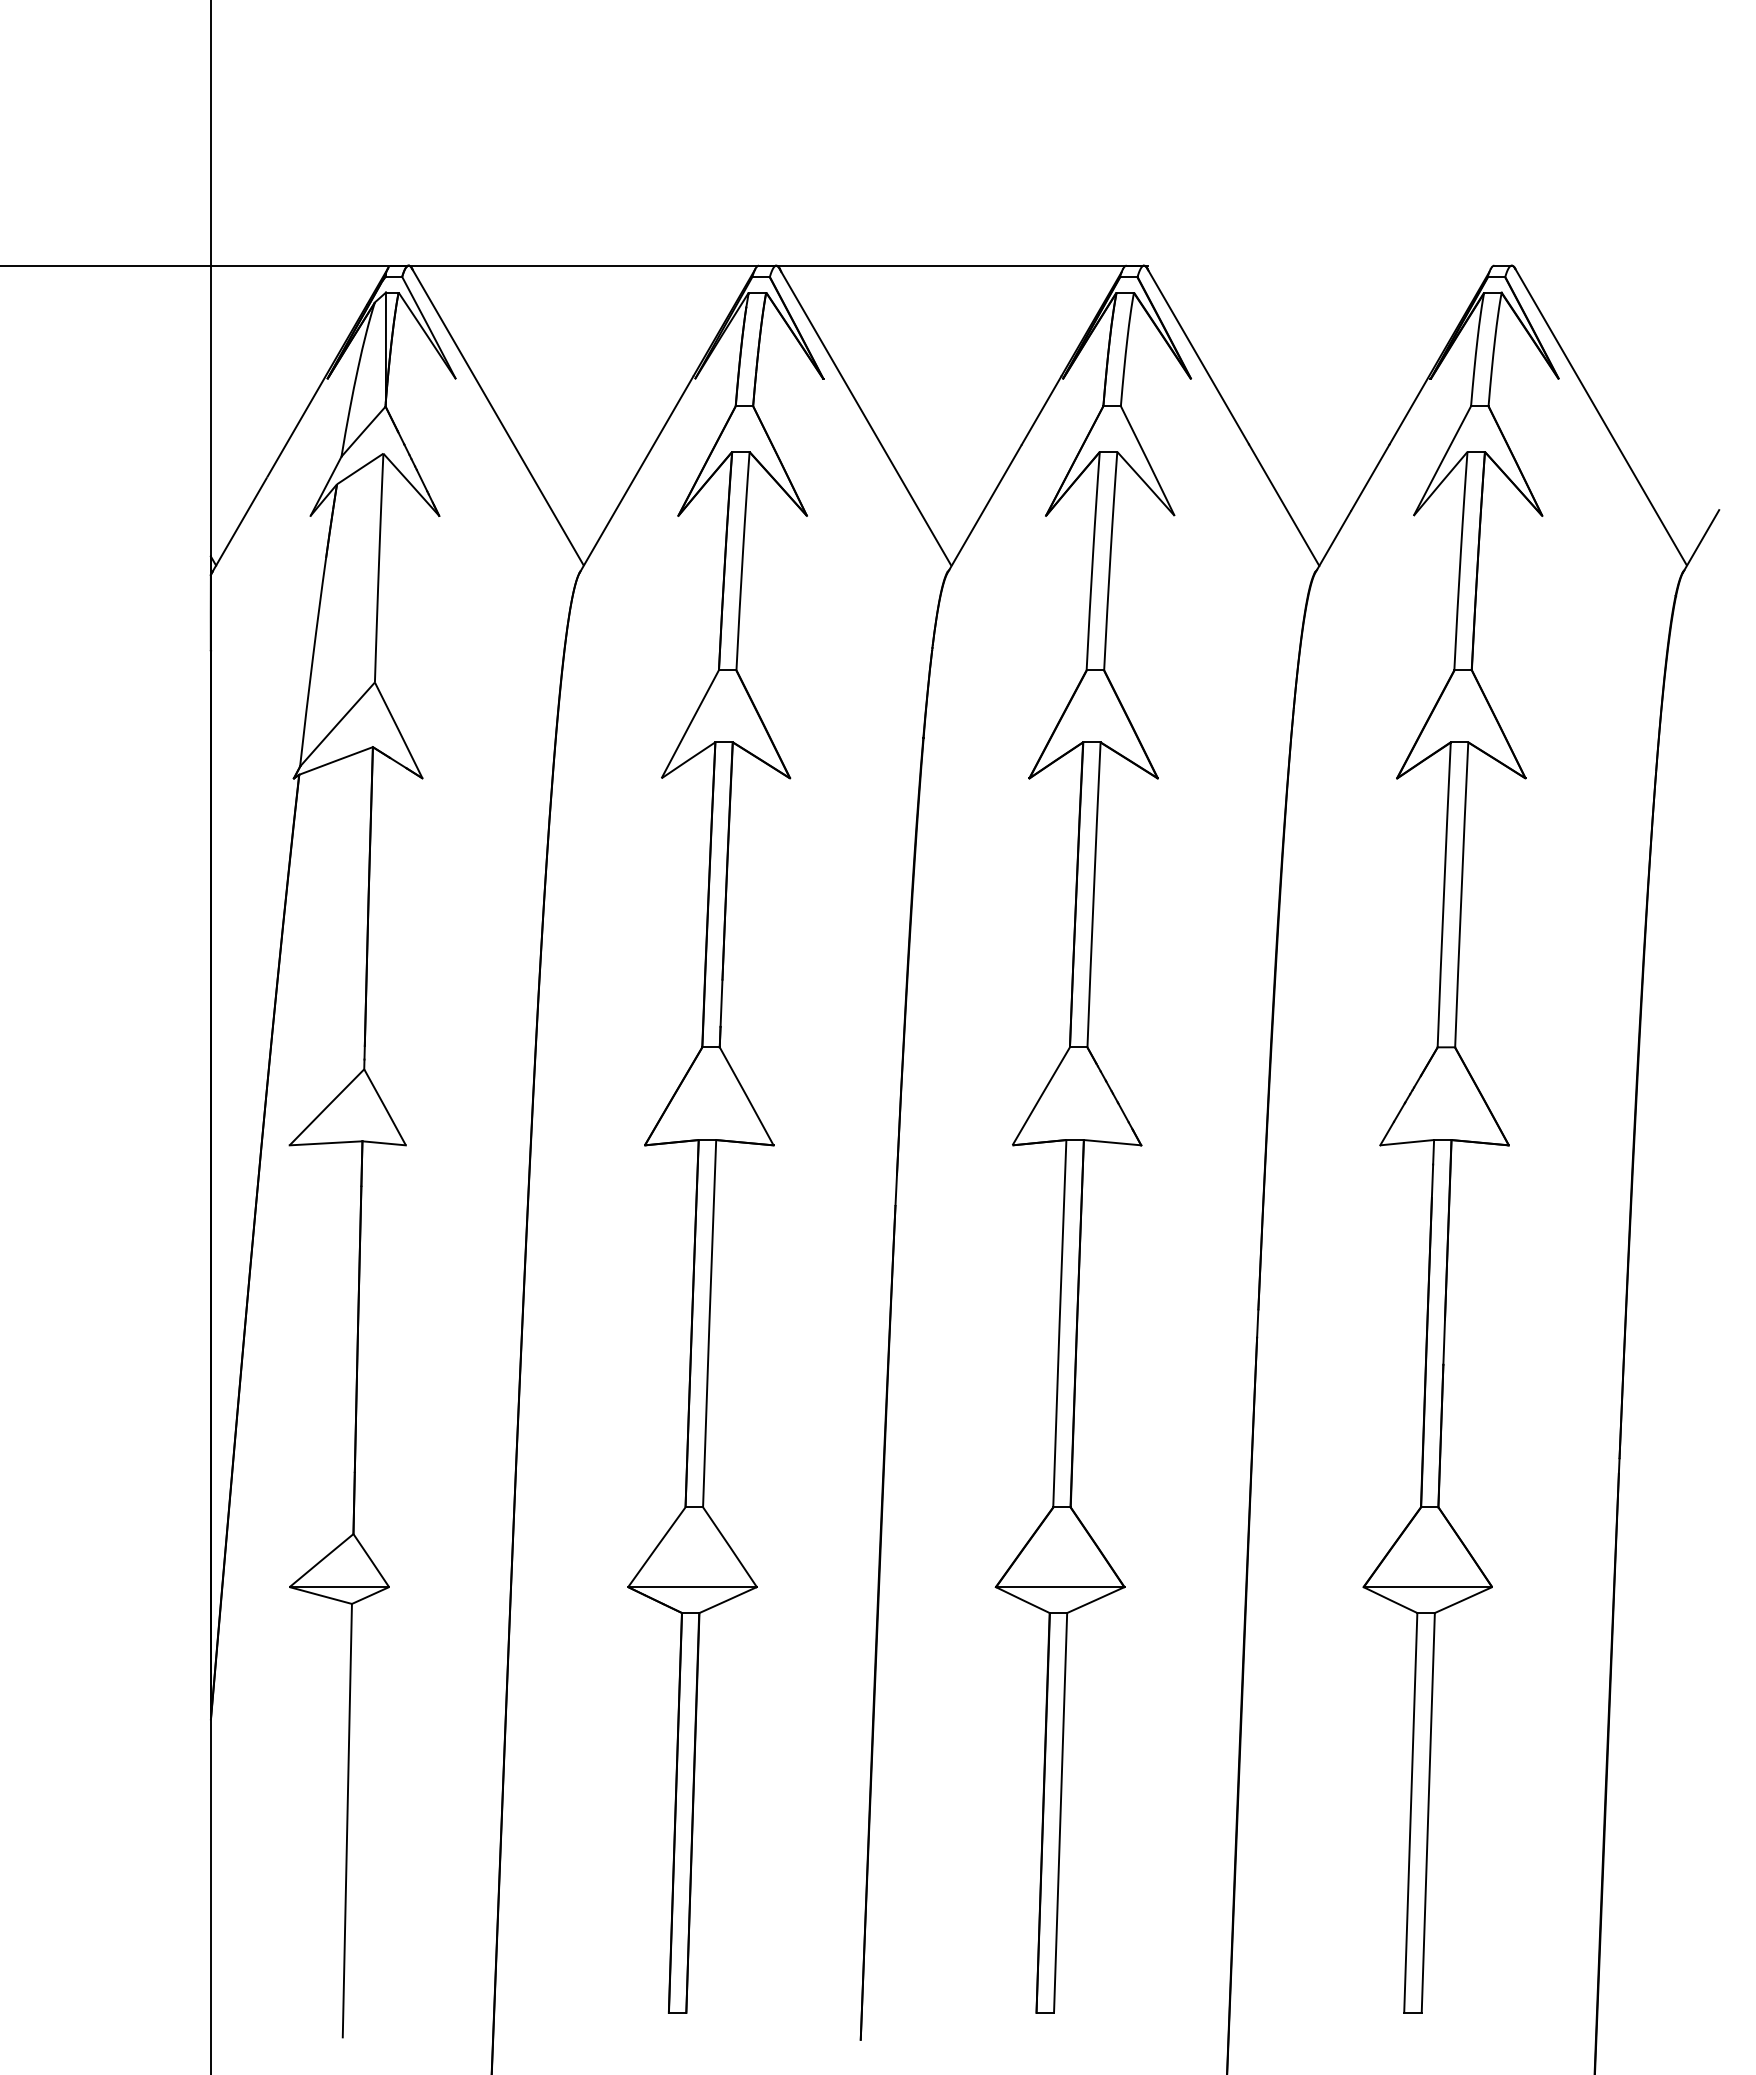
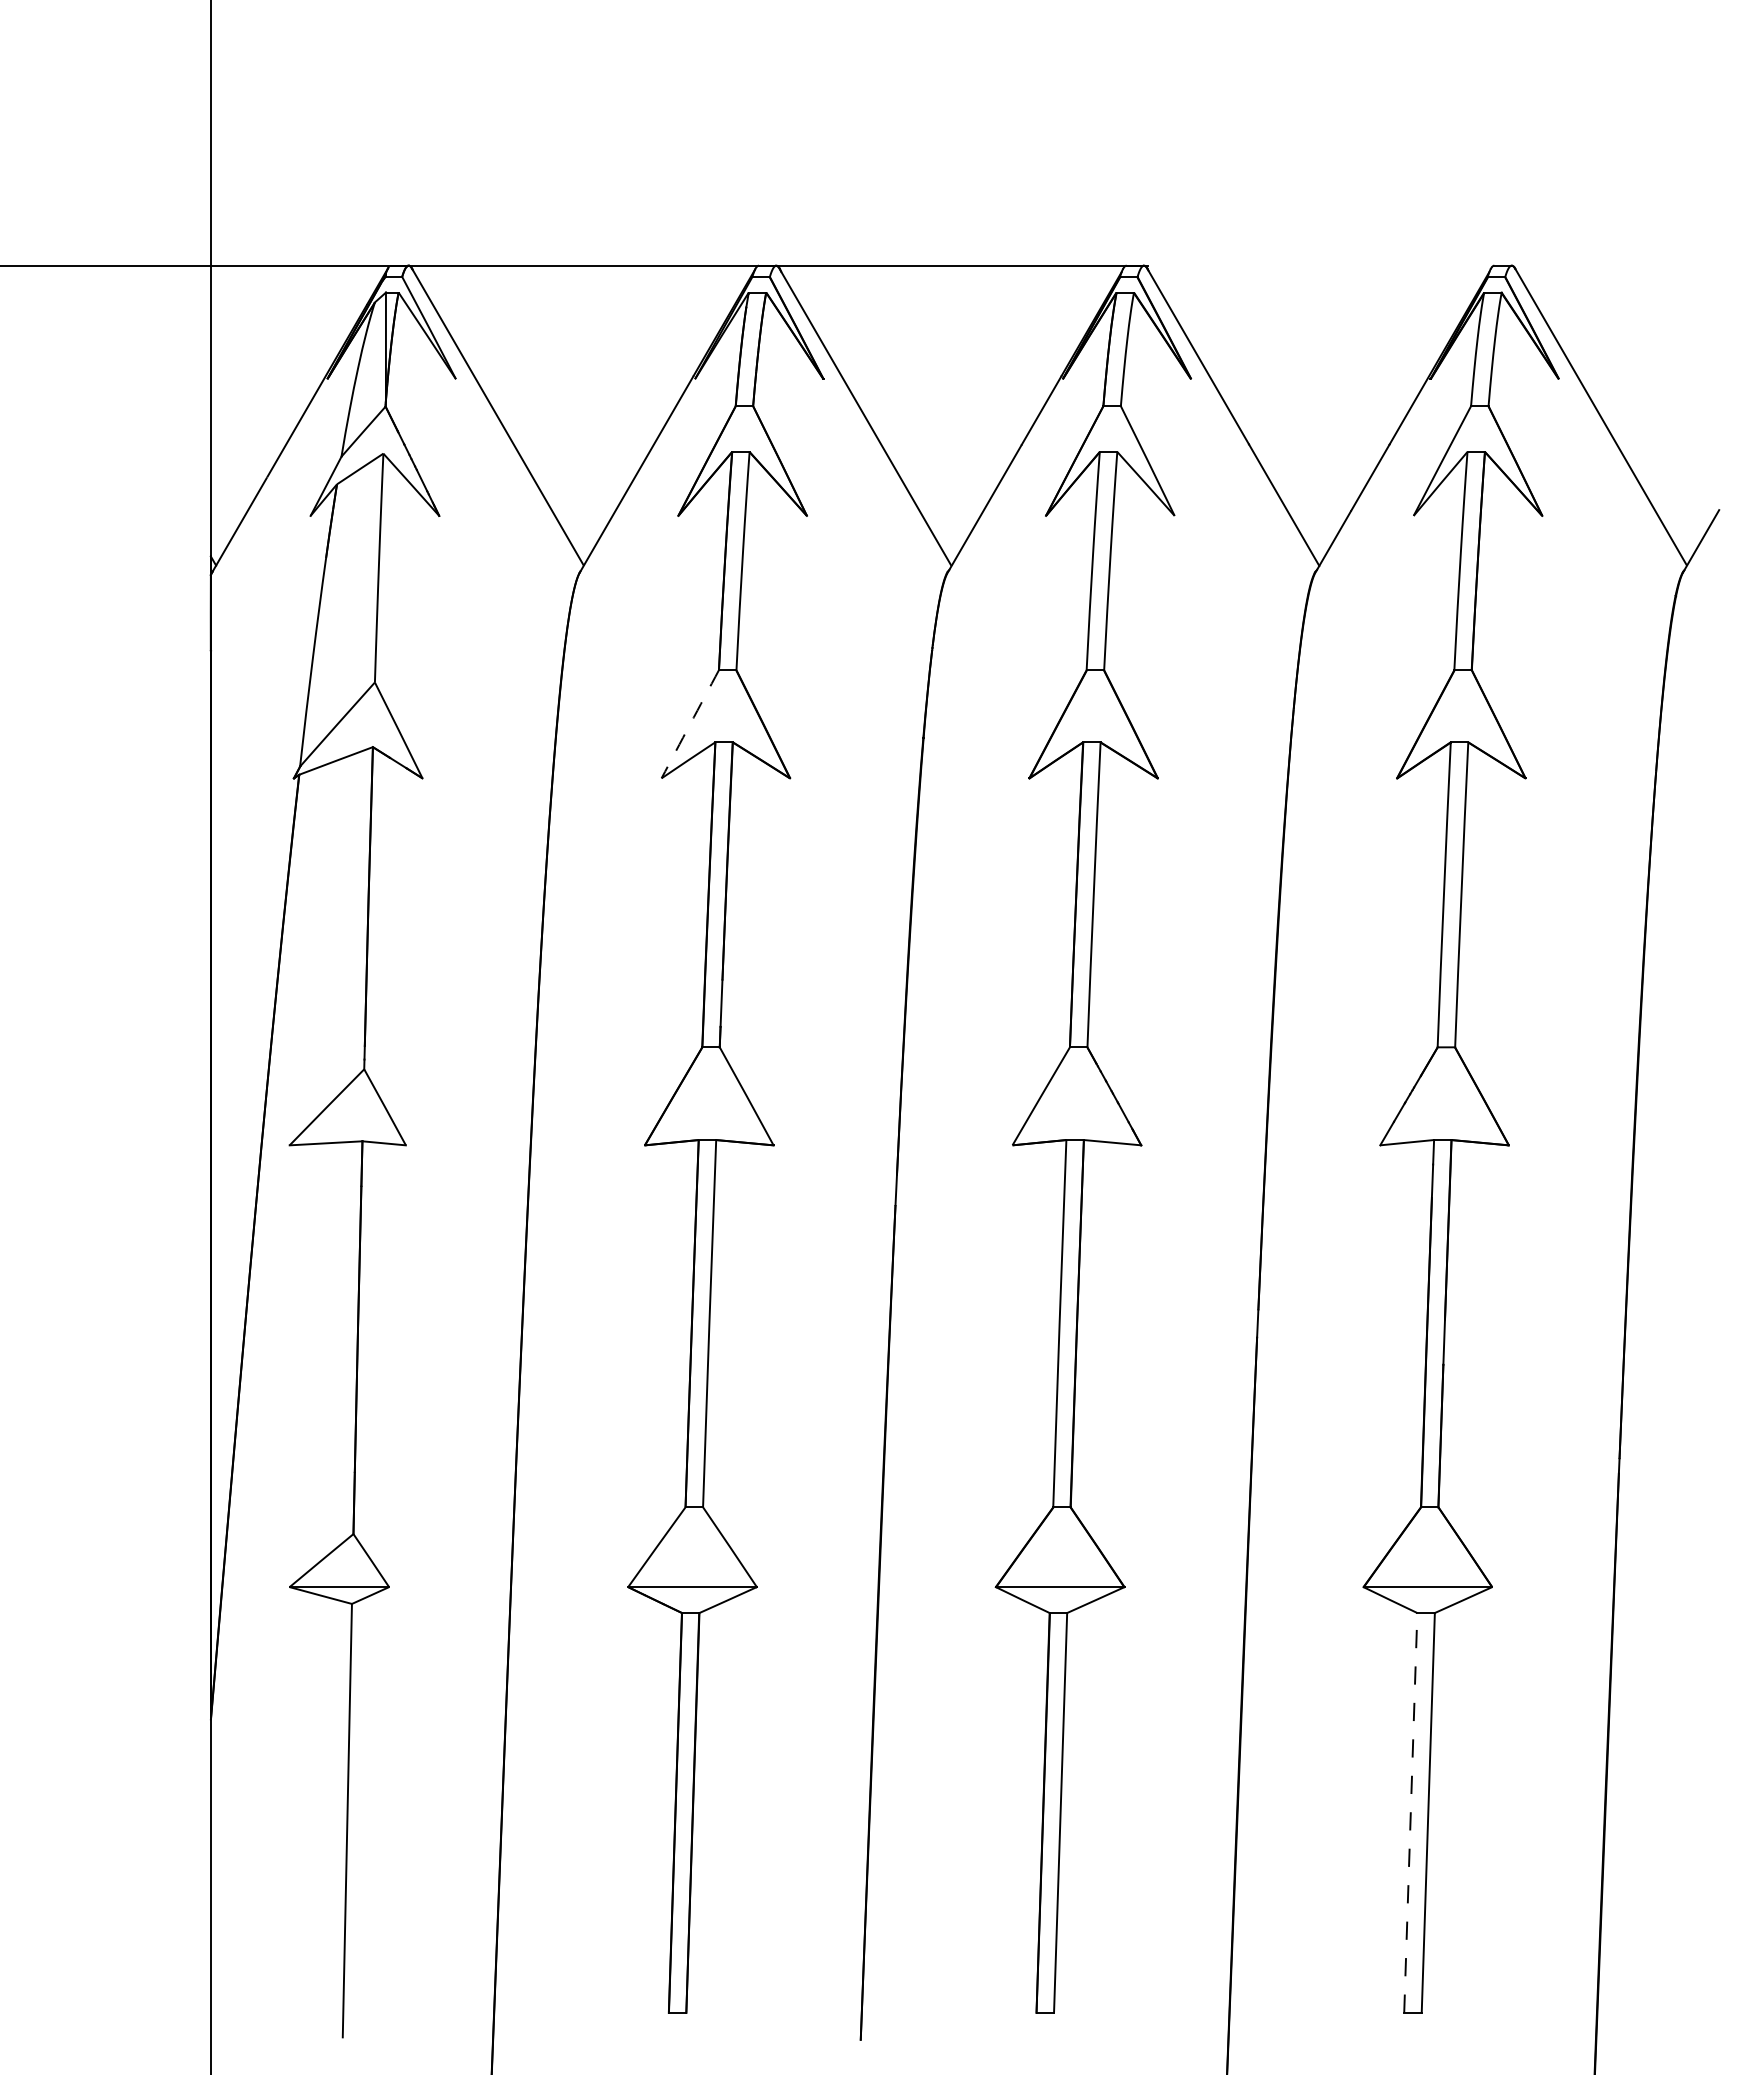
arc at (690, 724): solid -> dashed
line at (1410, 1812): solid -> dashed
